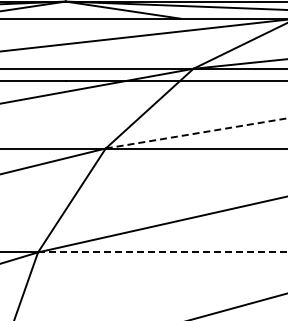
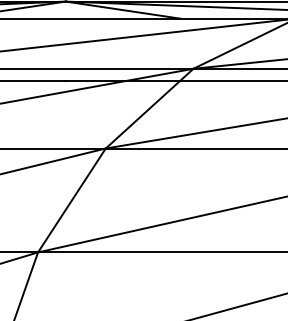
line at (196, 133): dashed -> solid
line at (162, 252): dashed -> solid
